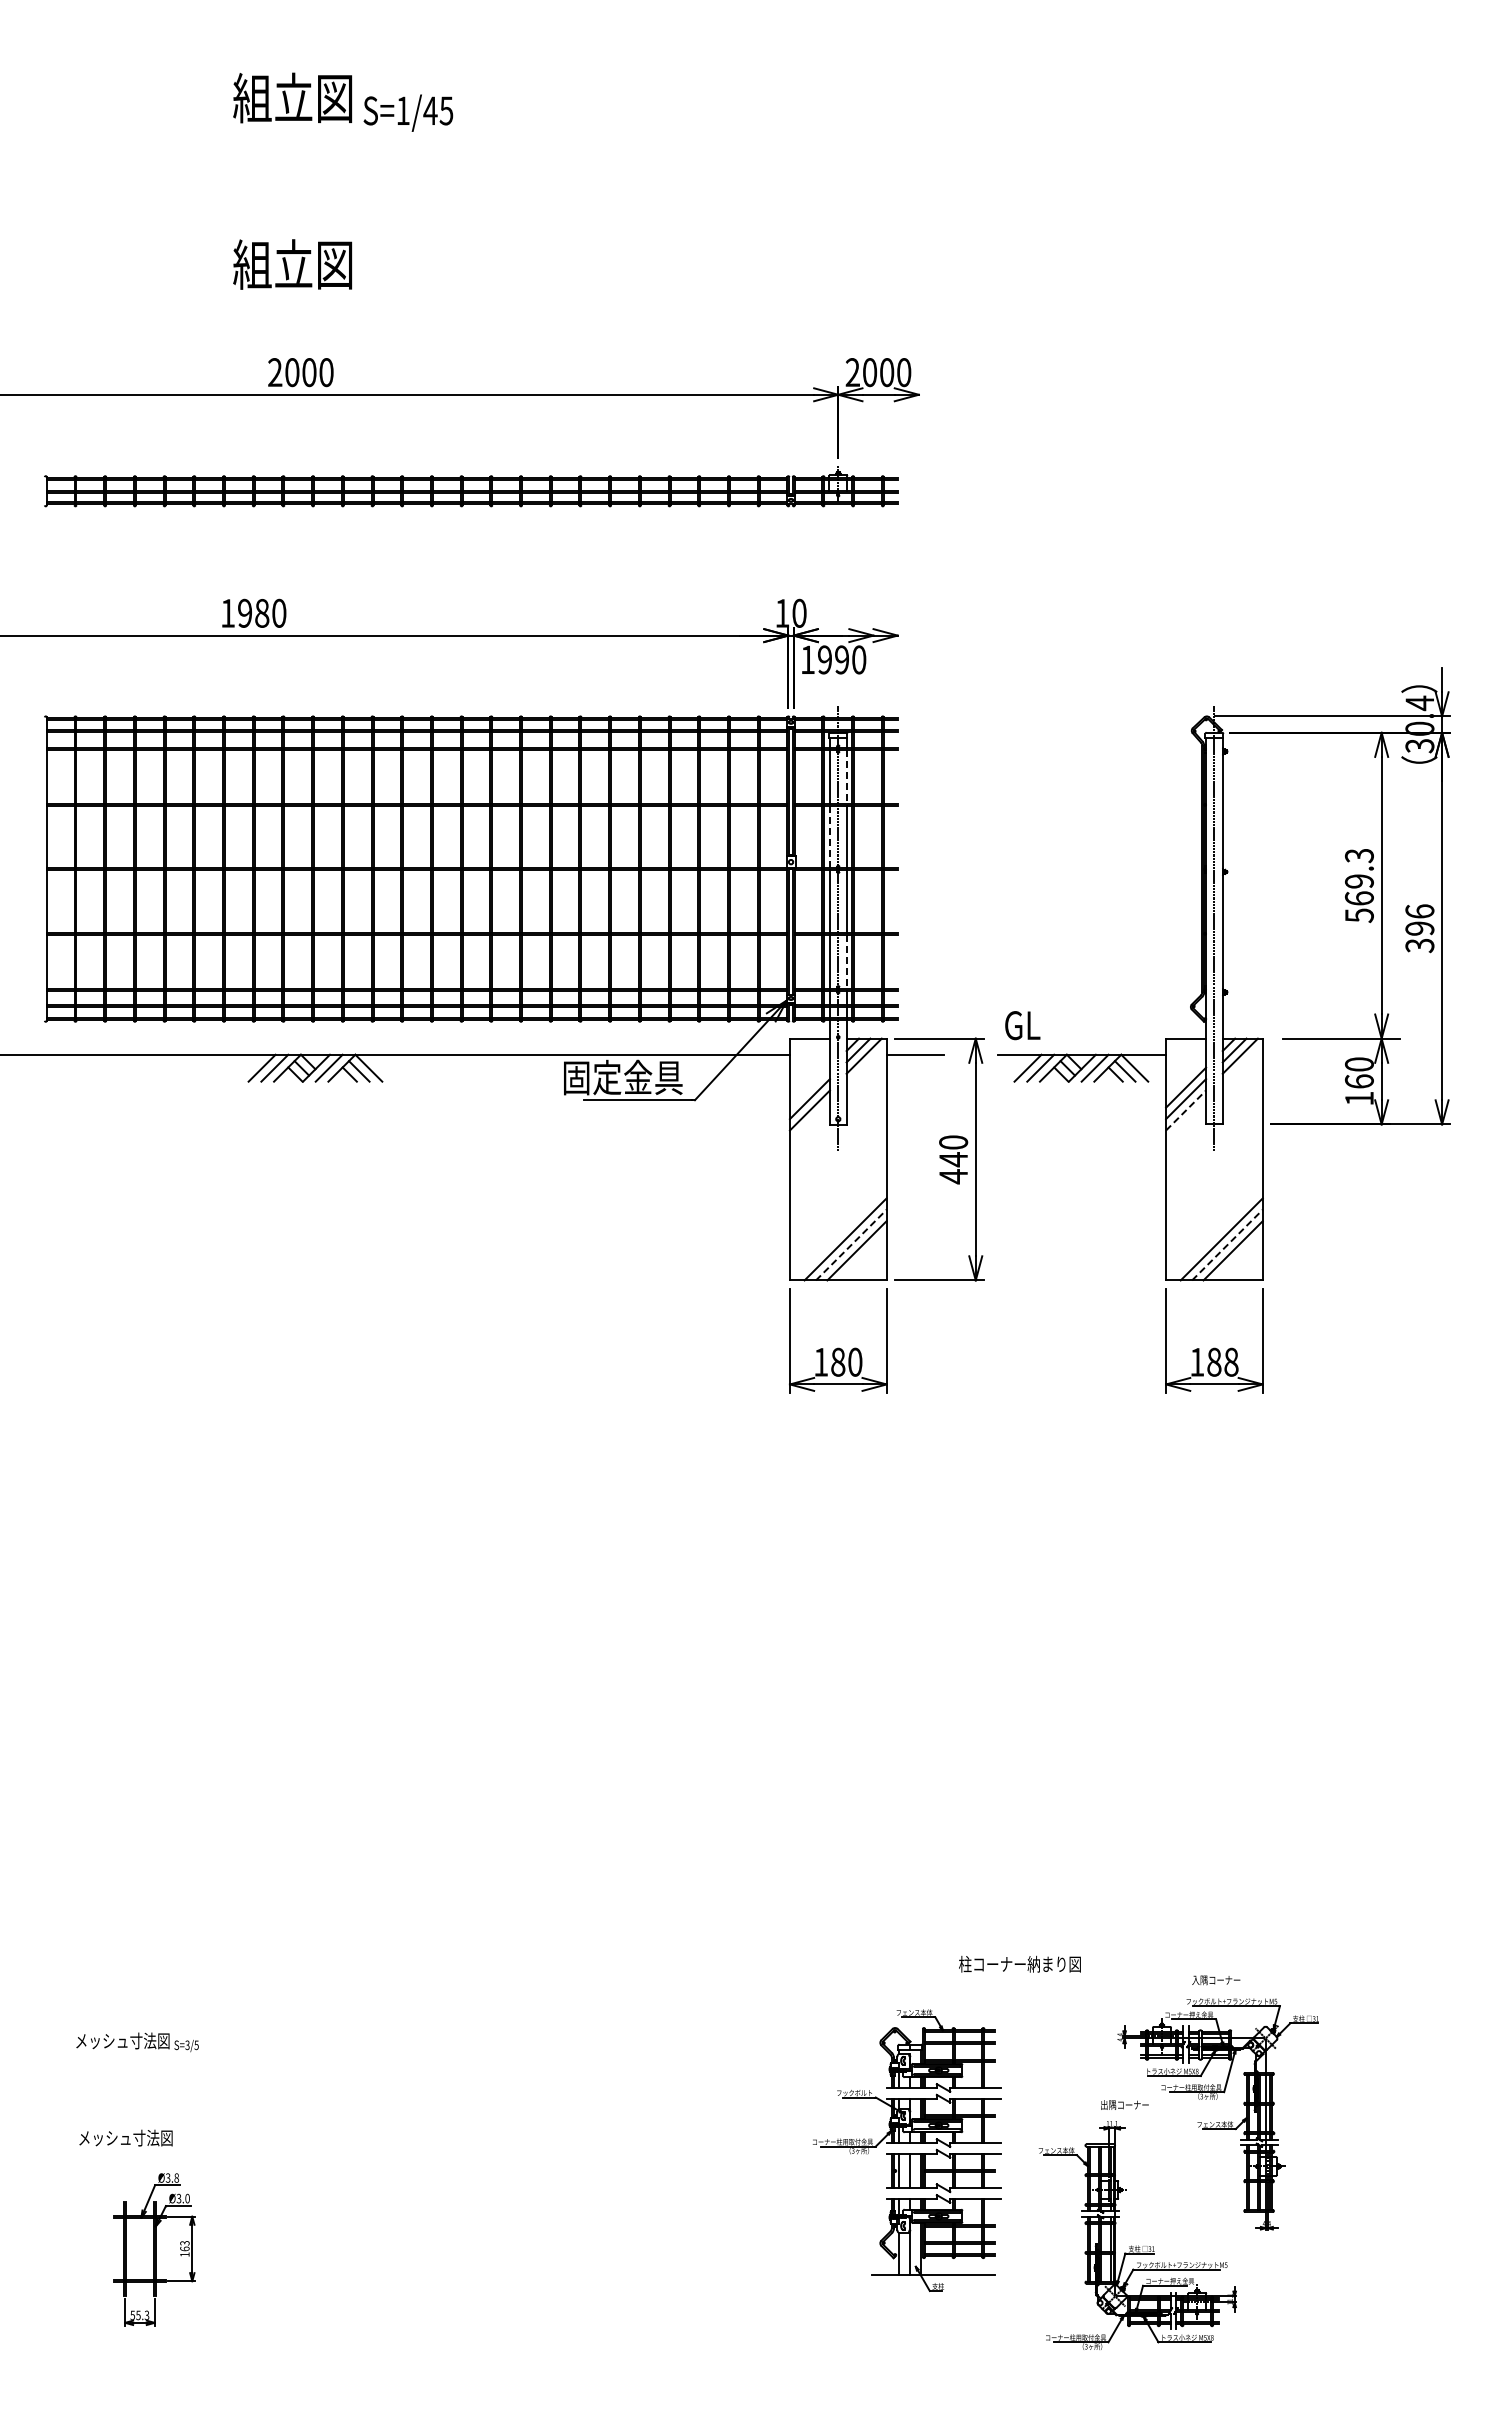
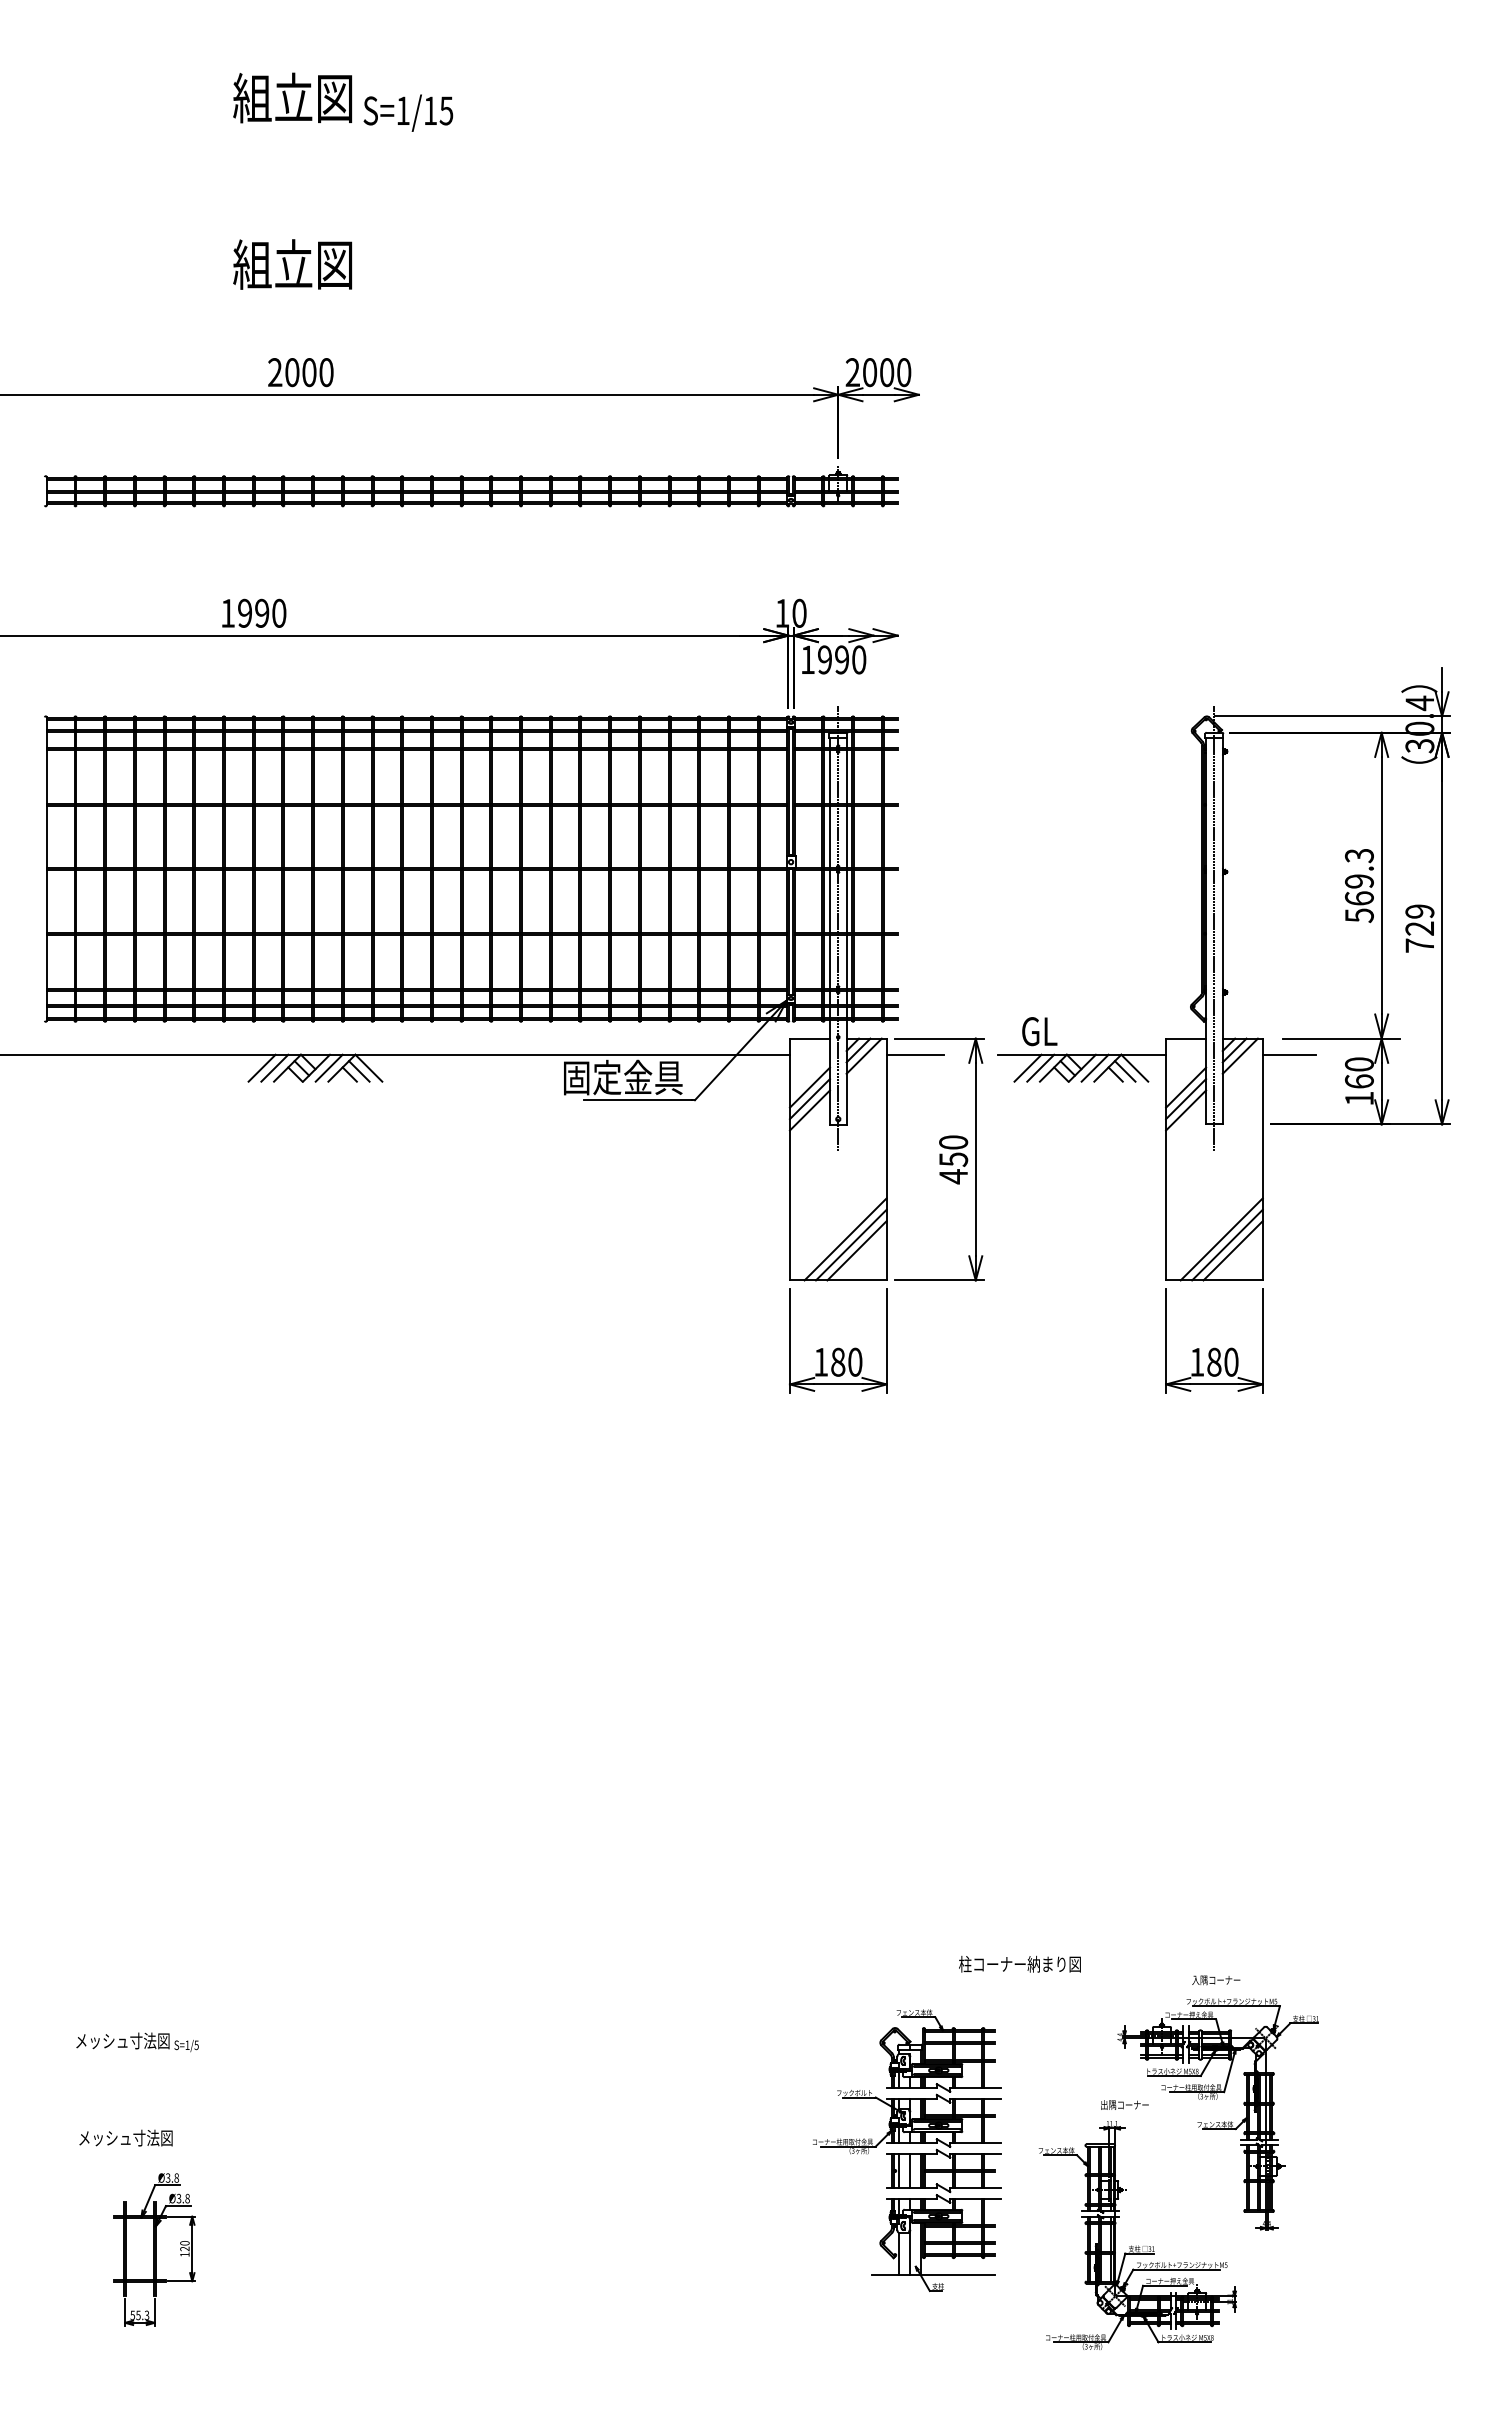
text at (430, 110): S=1/45 -> S=1/15
text at (262, 612): 1980 -> 1990
line at (846, 776): dashed -> solid
line at (829, 837): dashed -> solid
text at (1419, 928): 396 -> 729
line at (846, 961): dashed -> solid
text at (1022, 1025) position: (1022, 1025) -> (1039, 1031)
line at (1289, 1054): none -> present
line at (809, 1087): none -> present
line at (1186, 1110): dashed -> solid
text at (953, 1159): 440 -> 450
line at (851, 1245): dashed -> solid
line at (1227, 1245): dashed -> solid
text at (1231, 1362): 188 -> 180
text at (187, 2045): S=3/5 -> S=1/5
text at (187, 2199): Ø3.0 -> Ø3.8
text at (184, 2246): 163 -> 120
